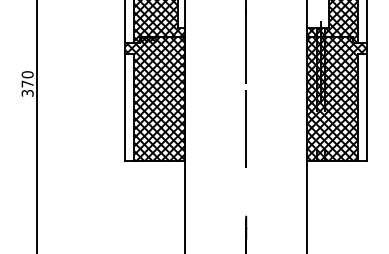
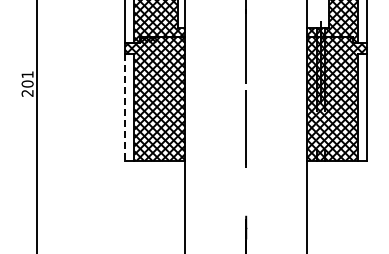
text at (27, 83): 370 -> 201
line at (124, 108): solid -> dashed
